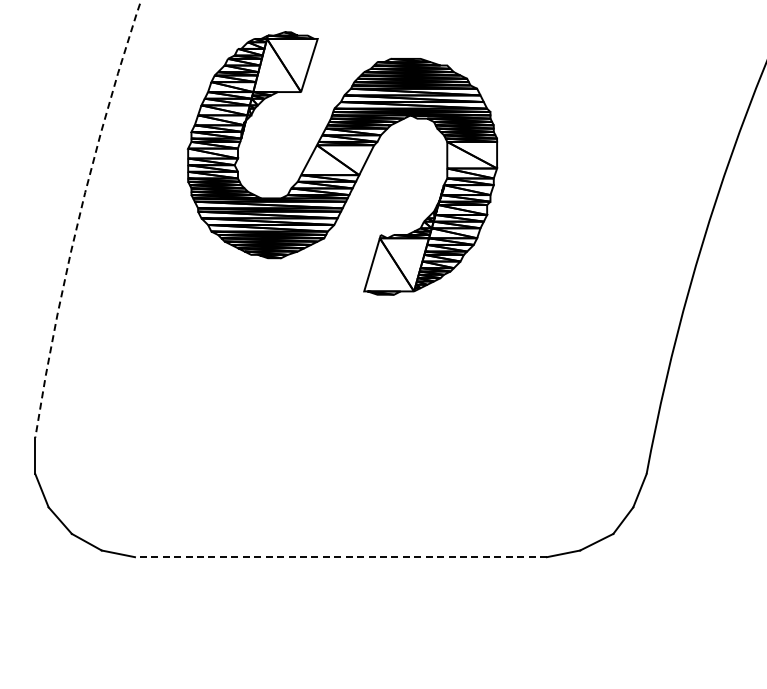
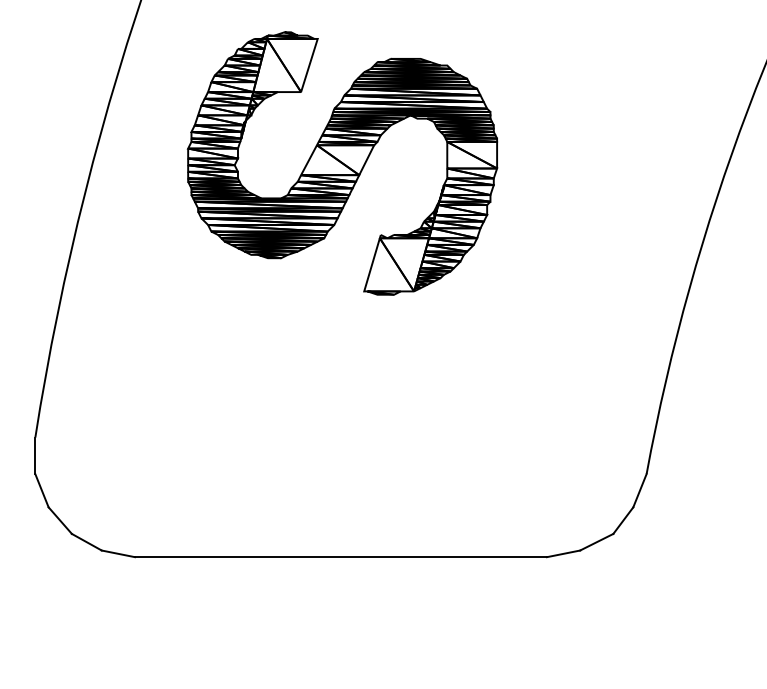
arc at (79, 216): dashed -> solid
line at (340, 557): dashed -> solid
